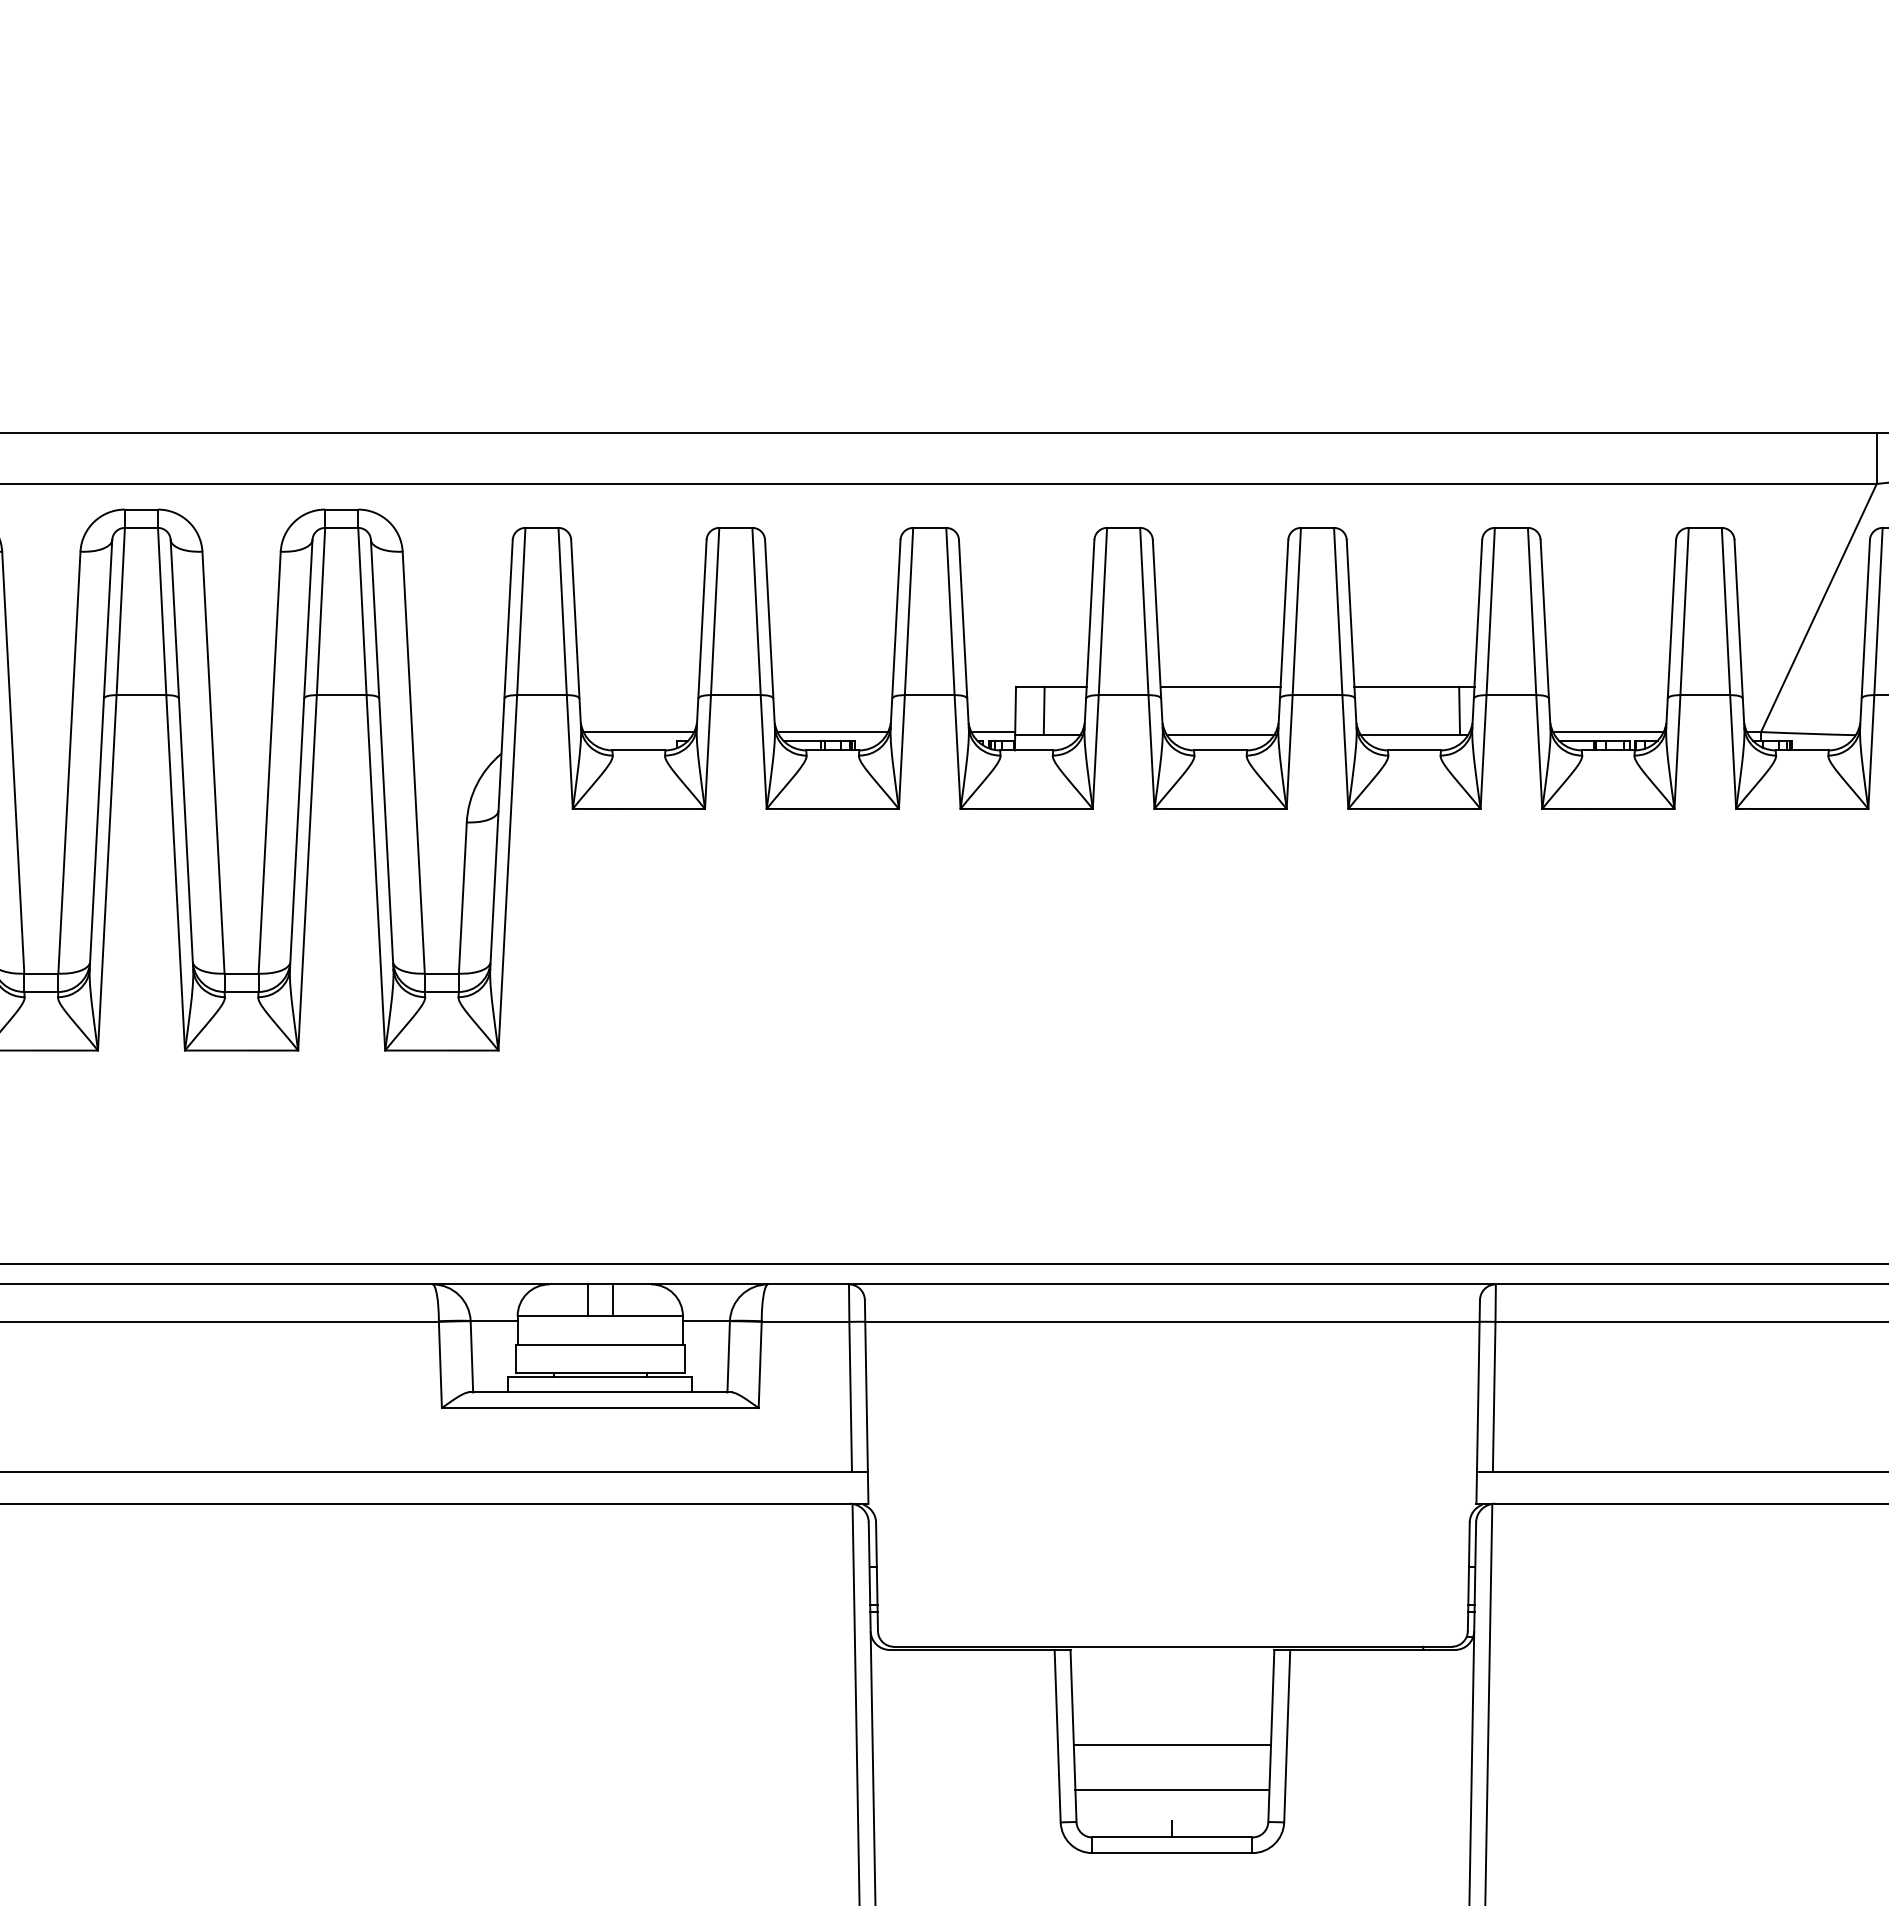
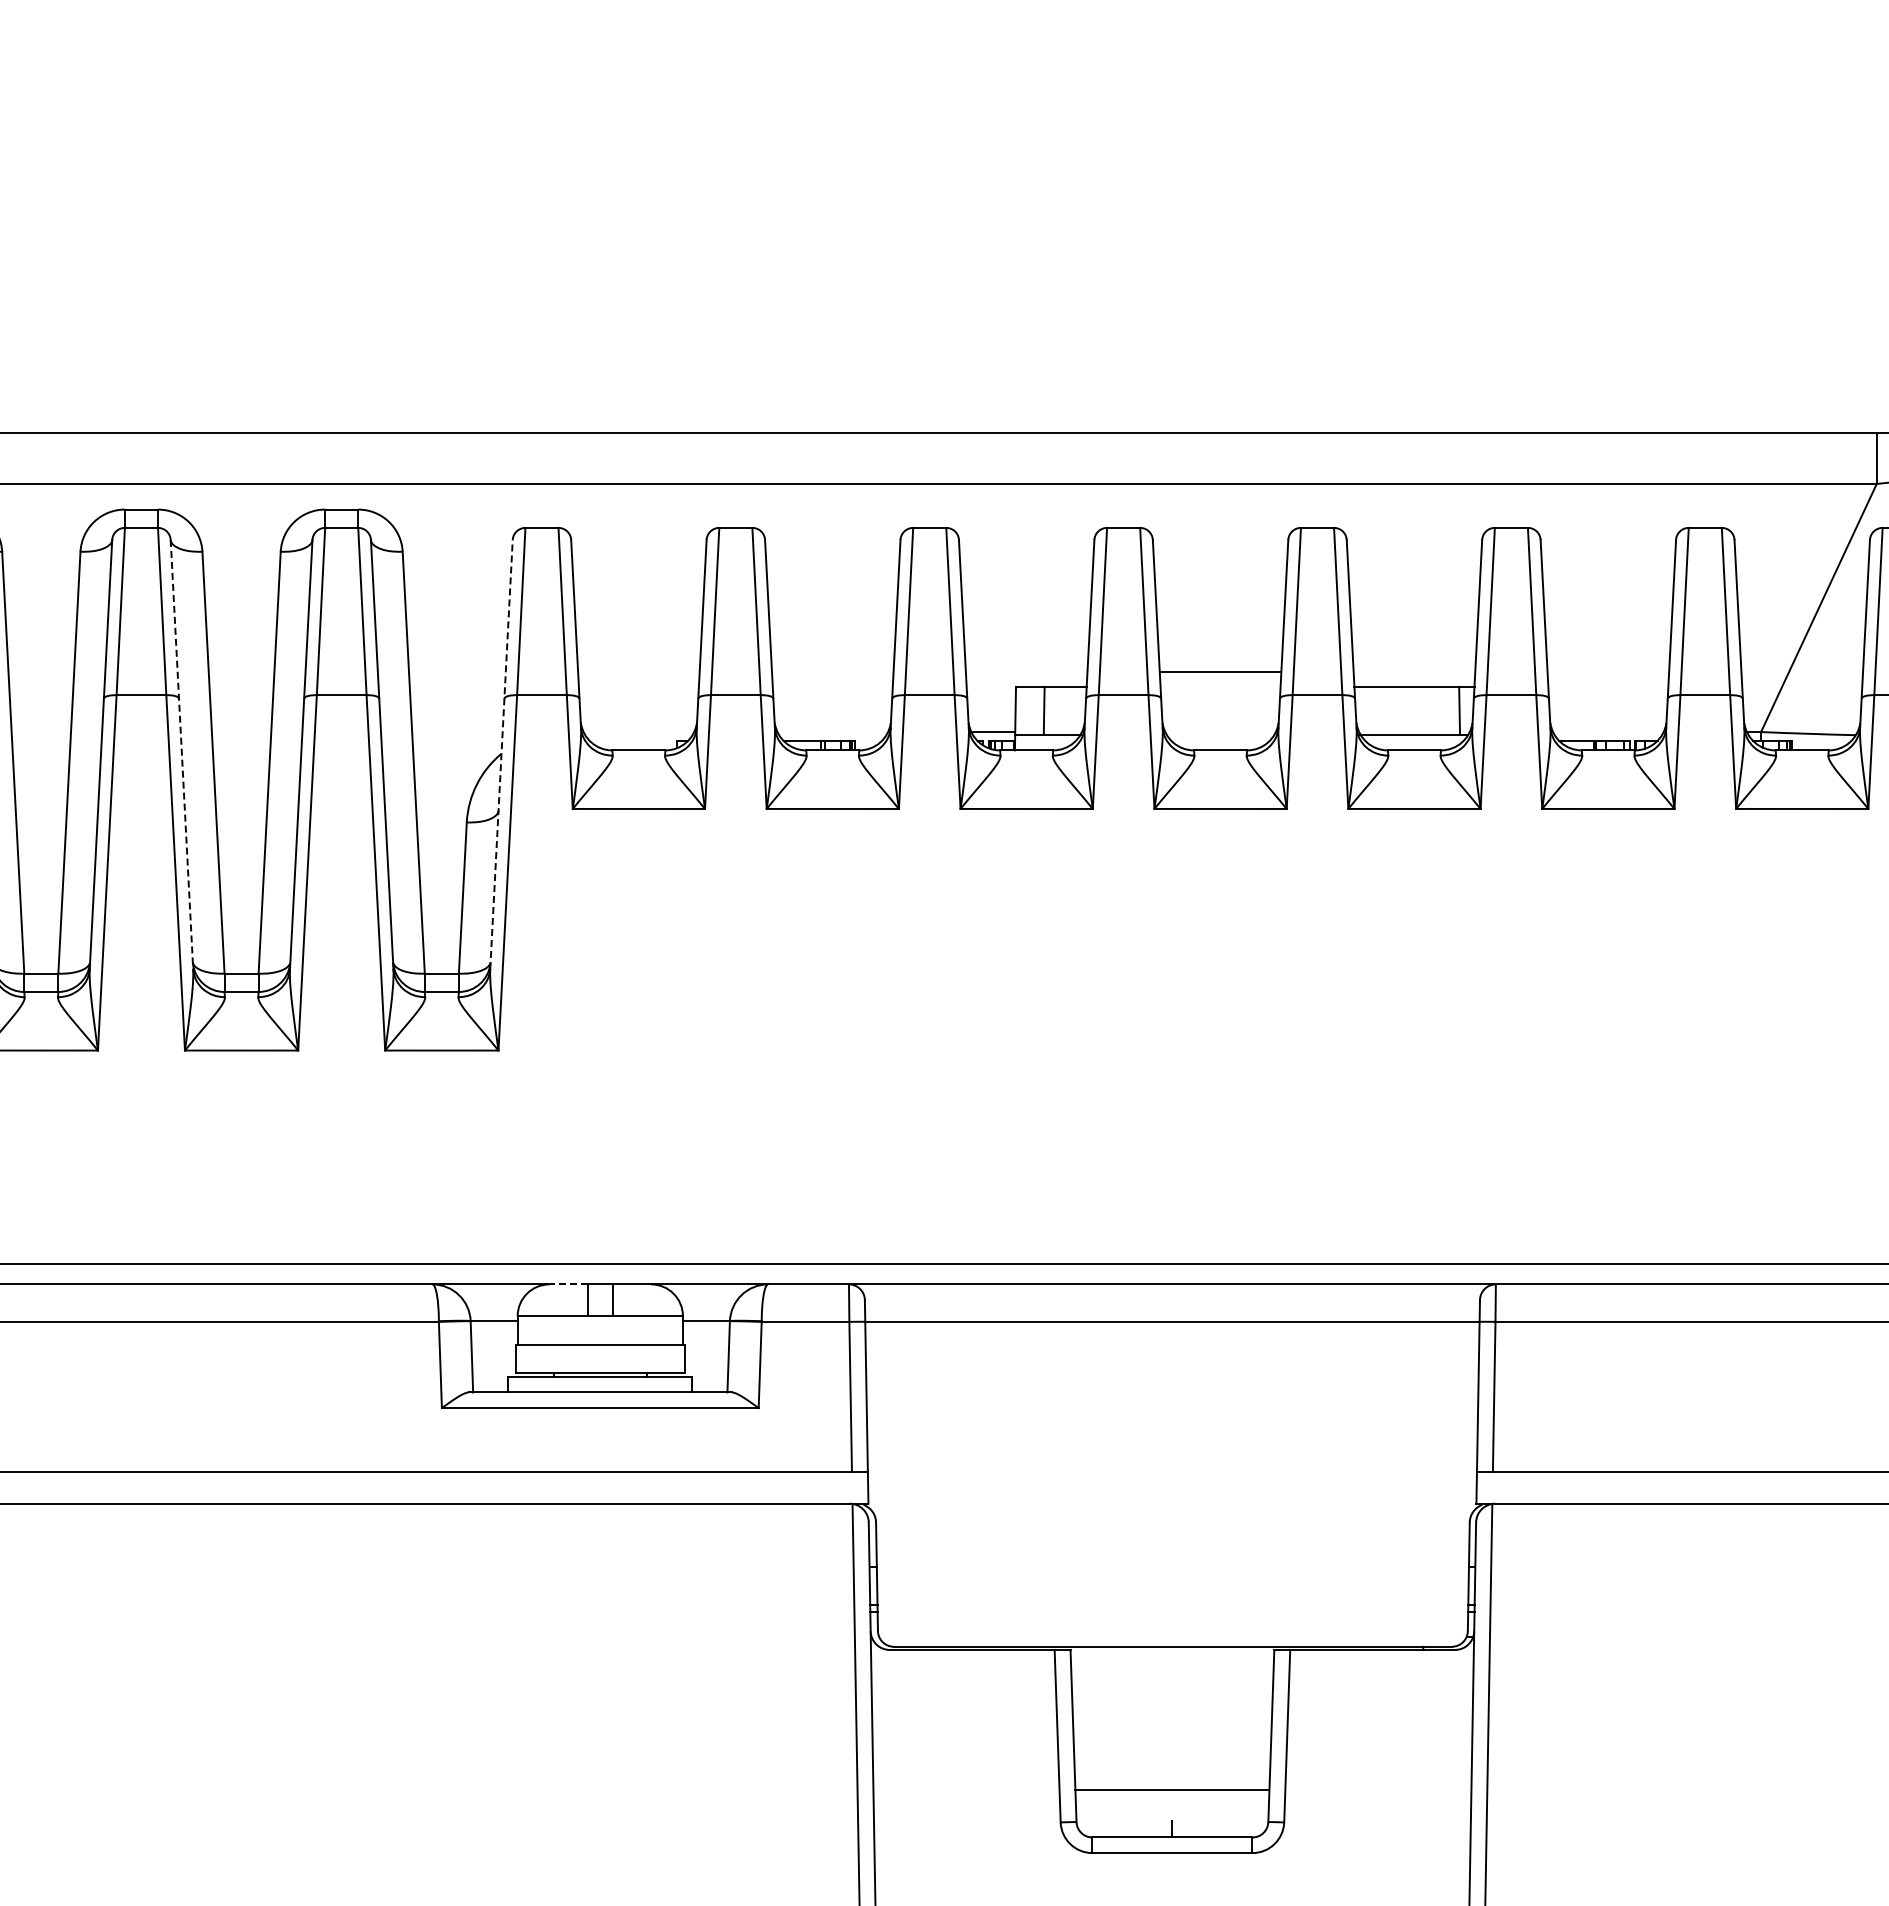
line at (1220, 686) position: (1220, 686) -> (1220, 671)
line at (638, 732): present -> none
line at (832, 732): present -> none
line at (1608, 732): present -> none
line at (1220, 734): present -> none
line at (181, 754): solid -> dashed
line at (501, 754): solid -> dashed
line at (568, 1284): solid -> dashed
line at (1172, 1745): present -> none
